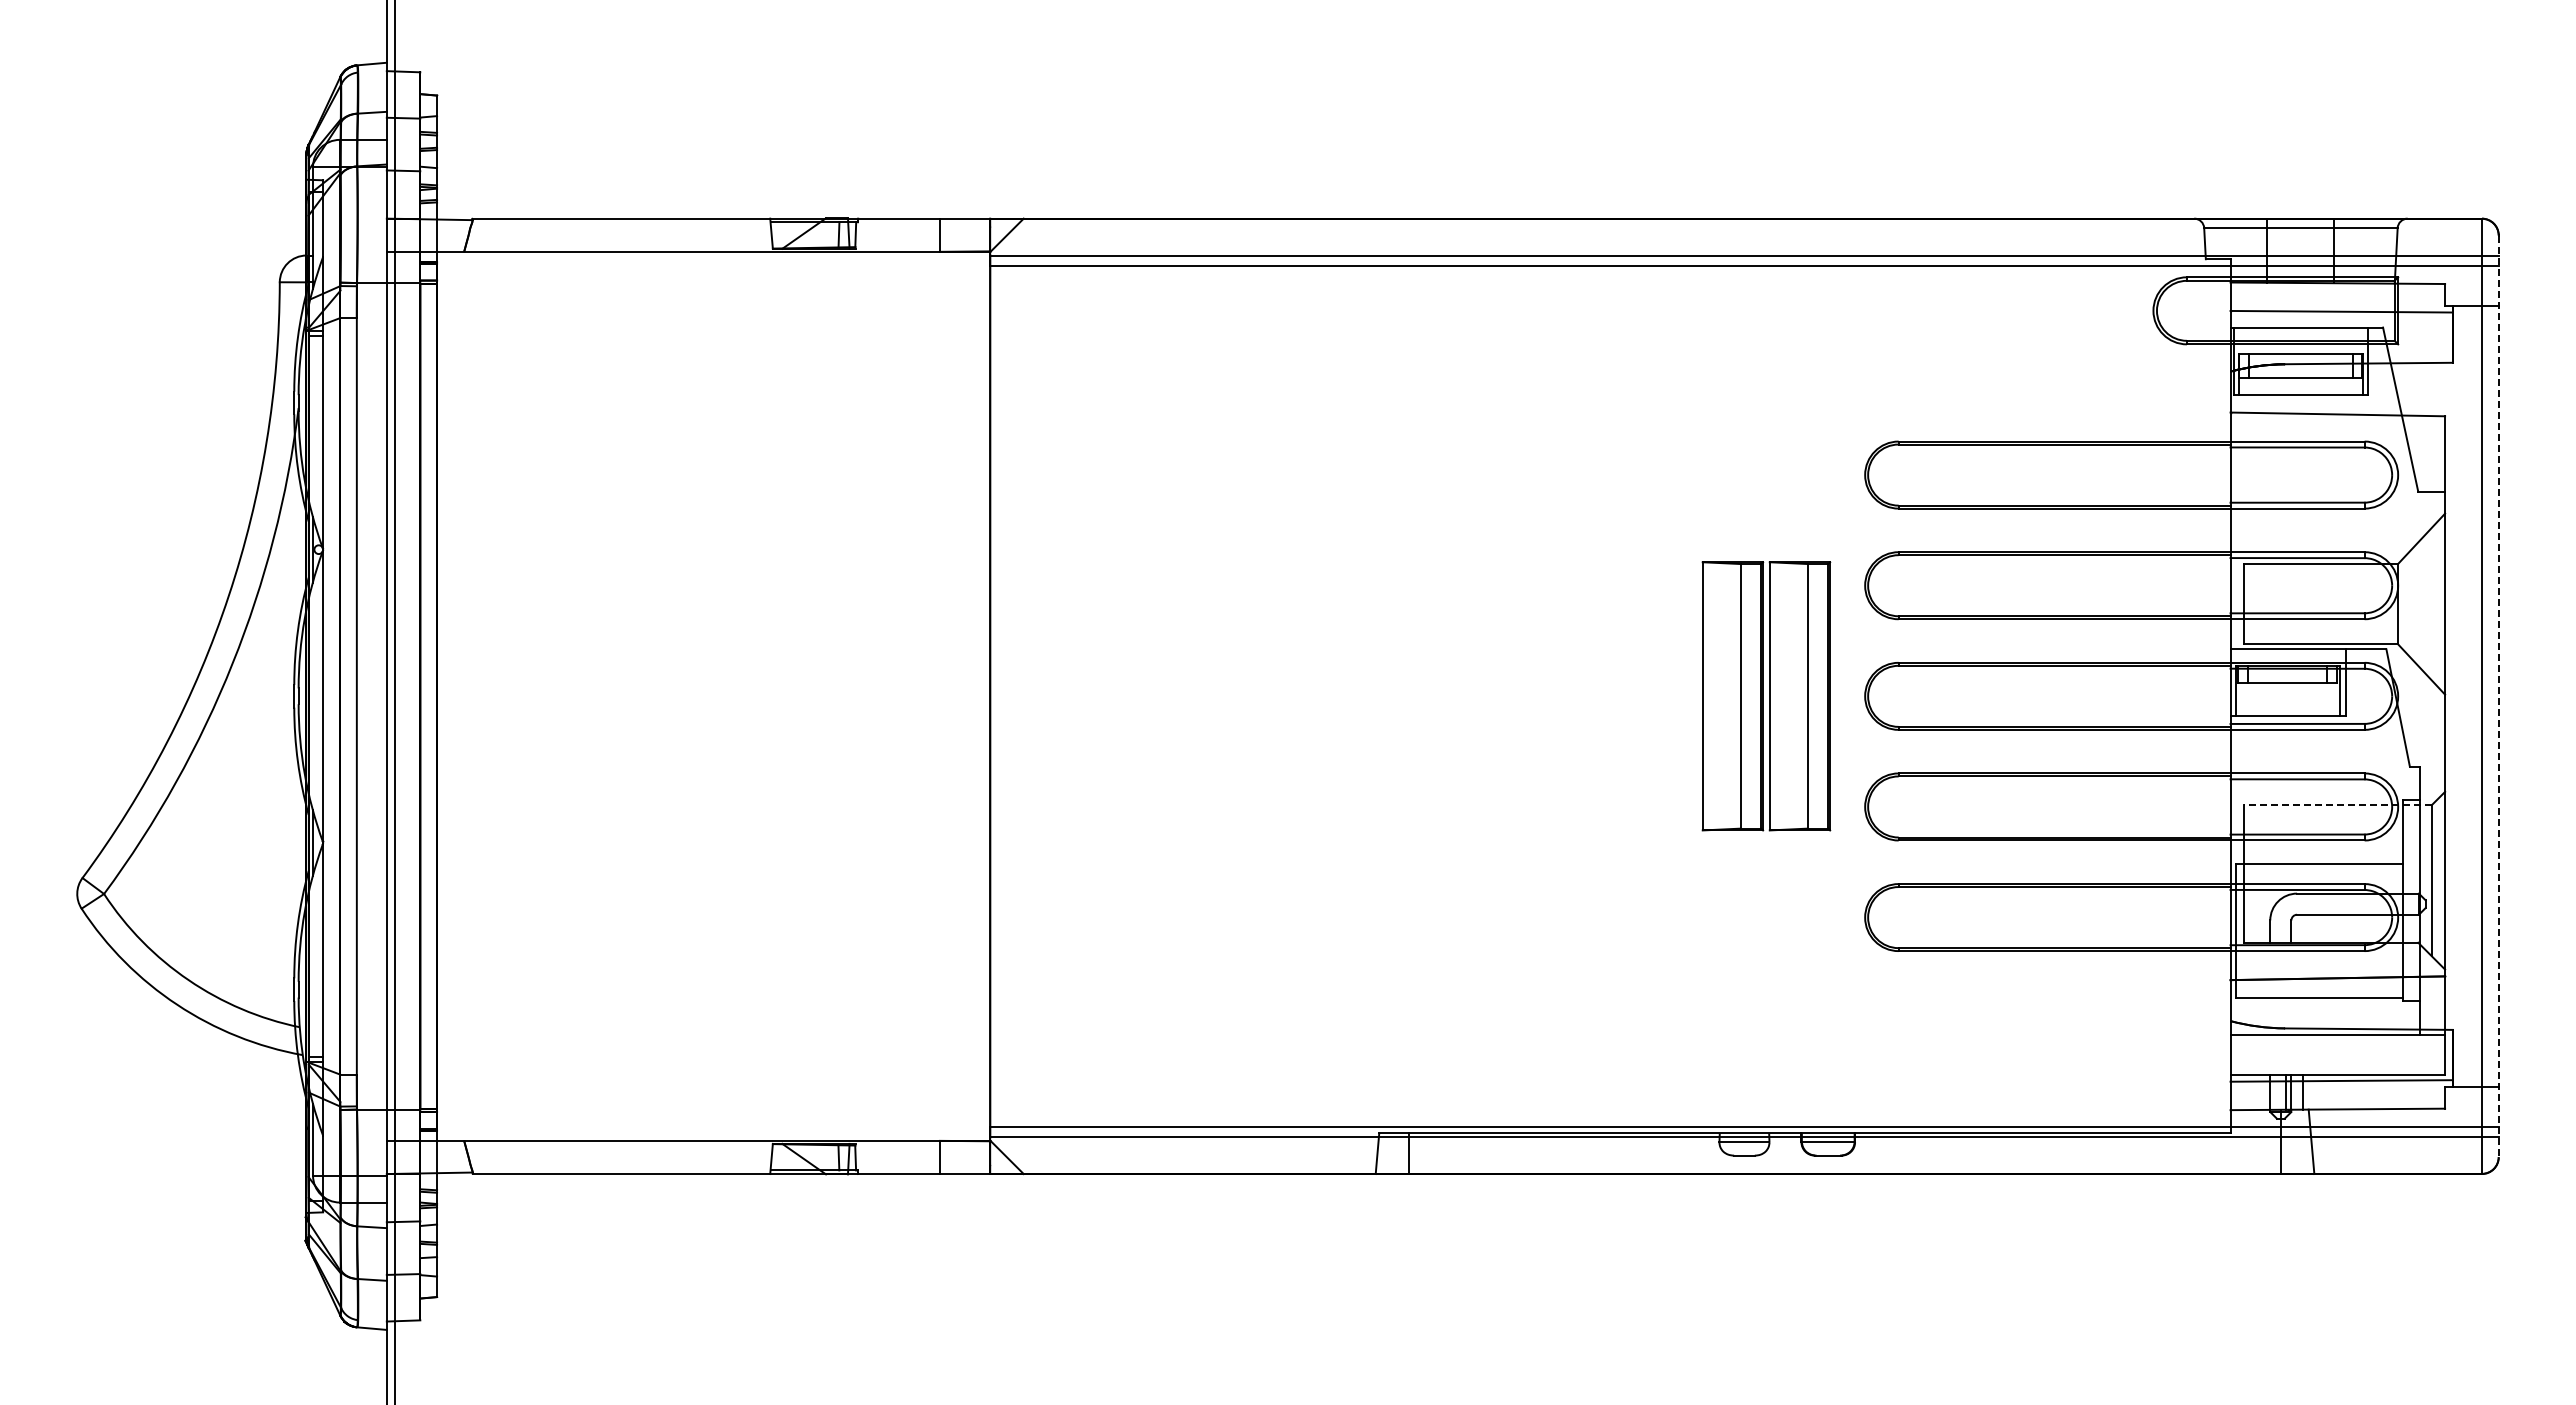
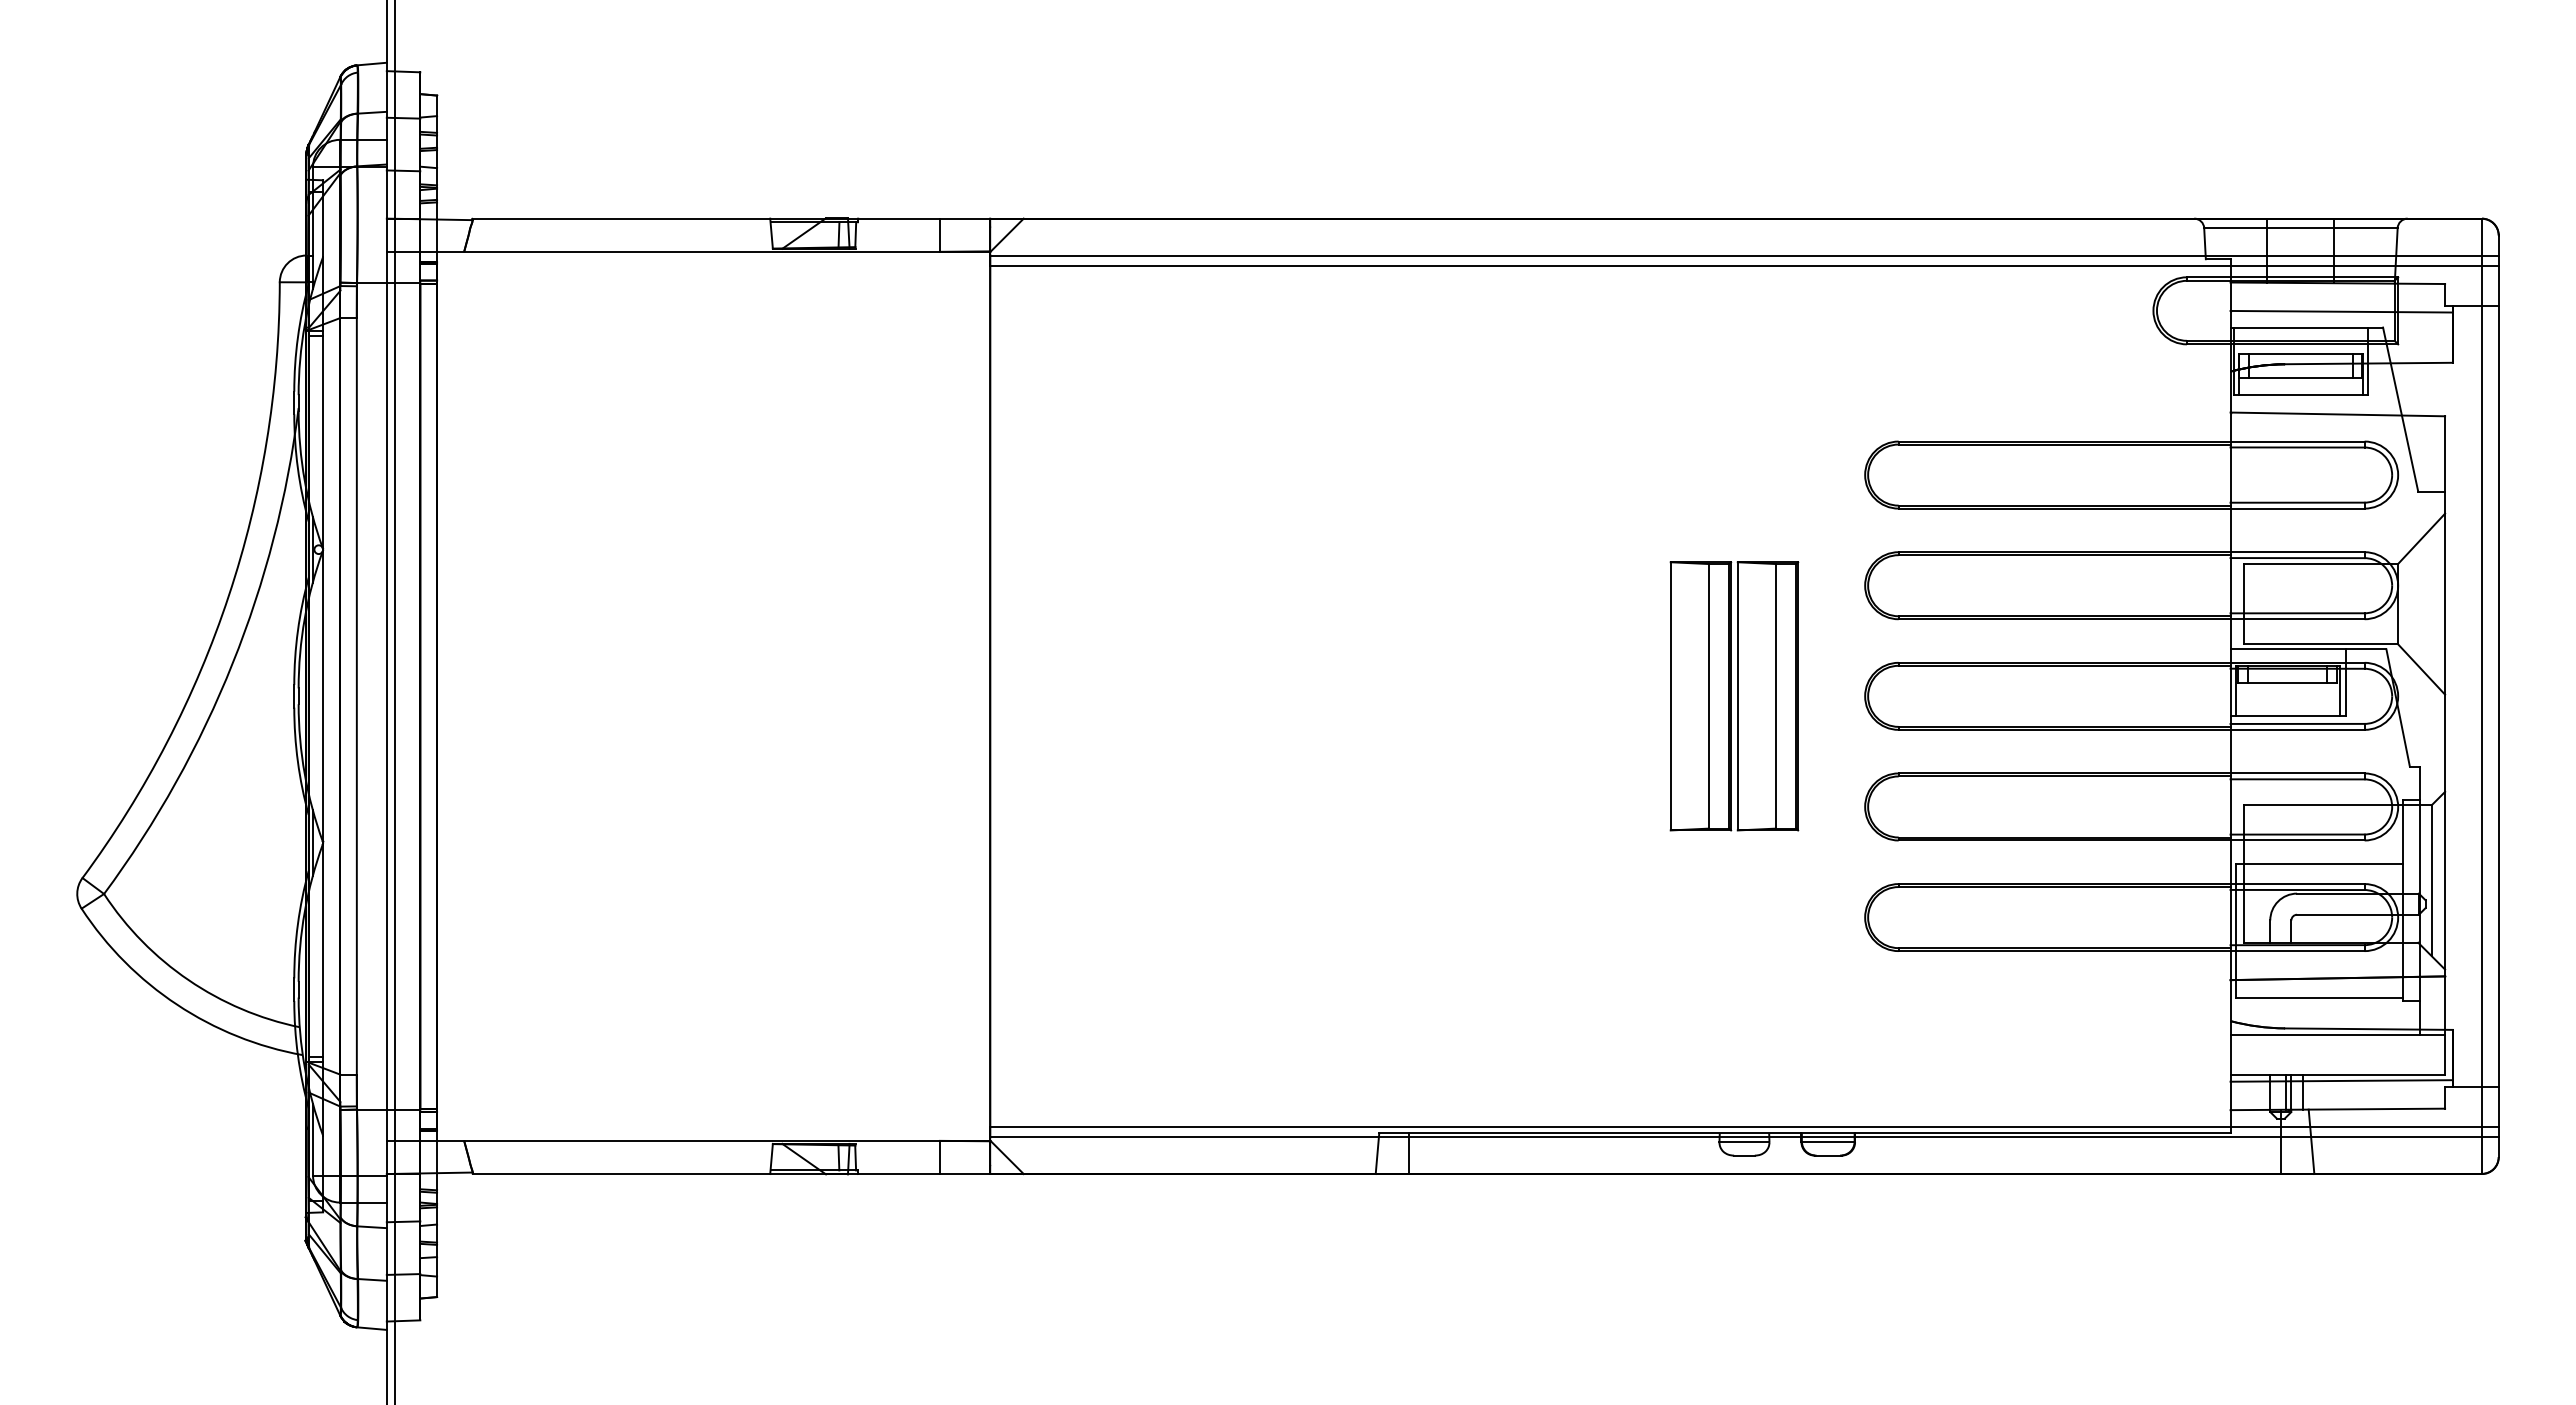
part at (1766, 696) position: (1766, 696) -> (1734, 696)
line at (2498, 696): dashed -> solid
line at (2337, 805): dashed -> solid
